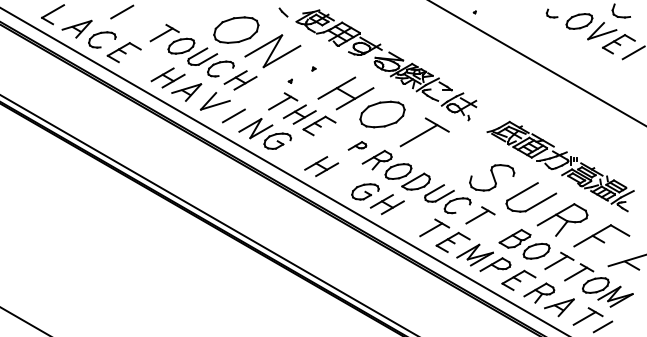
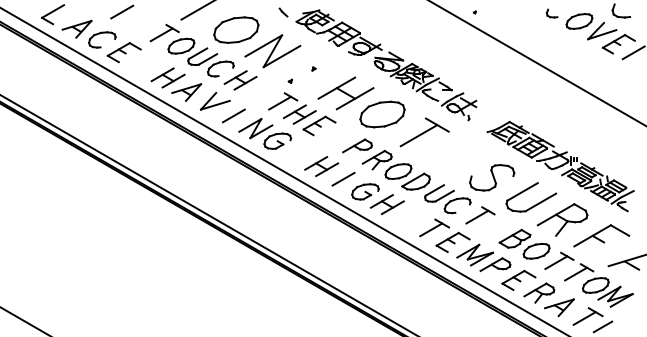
line at (196, 10): none -> present
part at (357, 145) size: 21x10 px -> 31x16 px
line at (343, 178): none -> present
